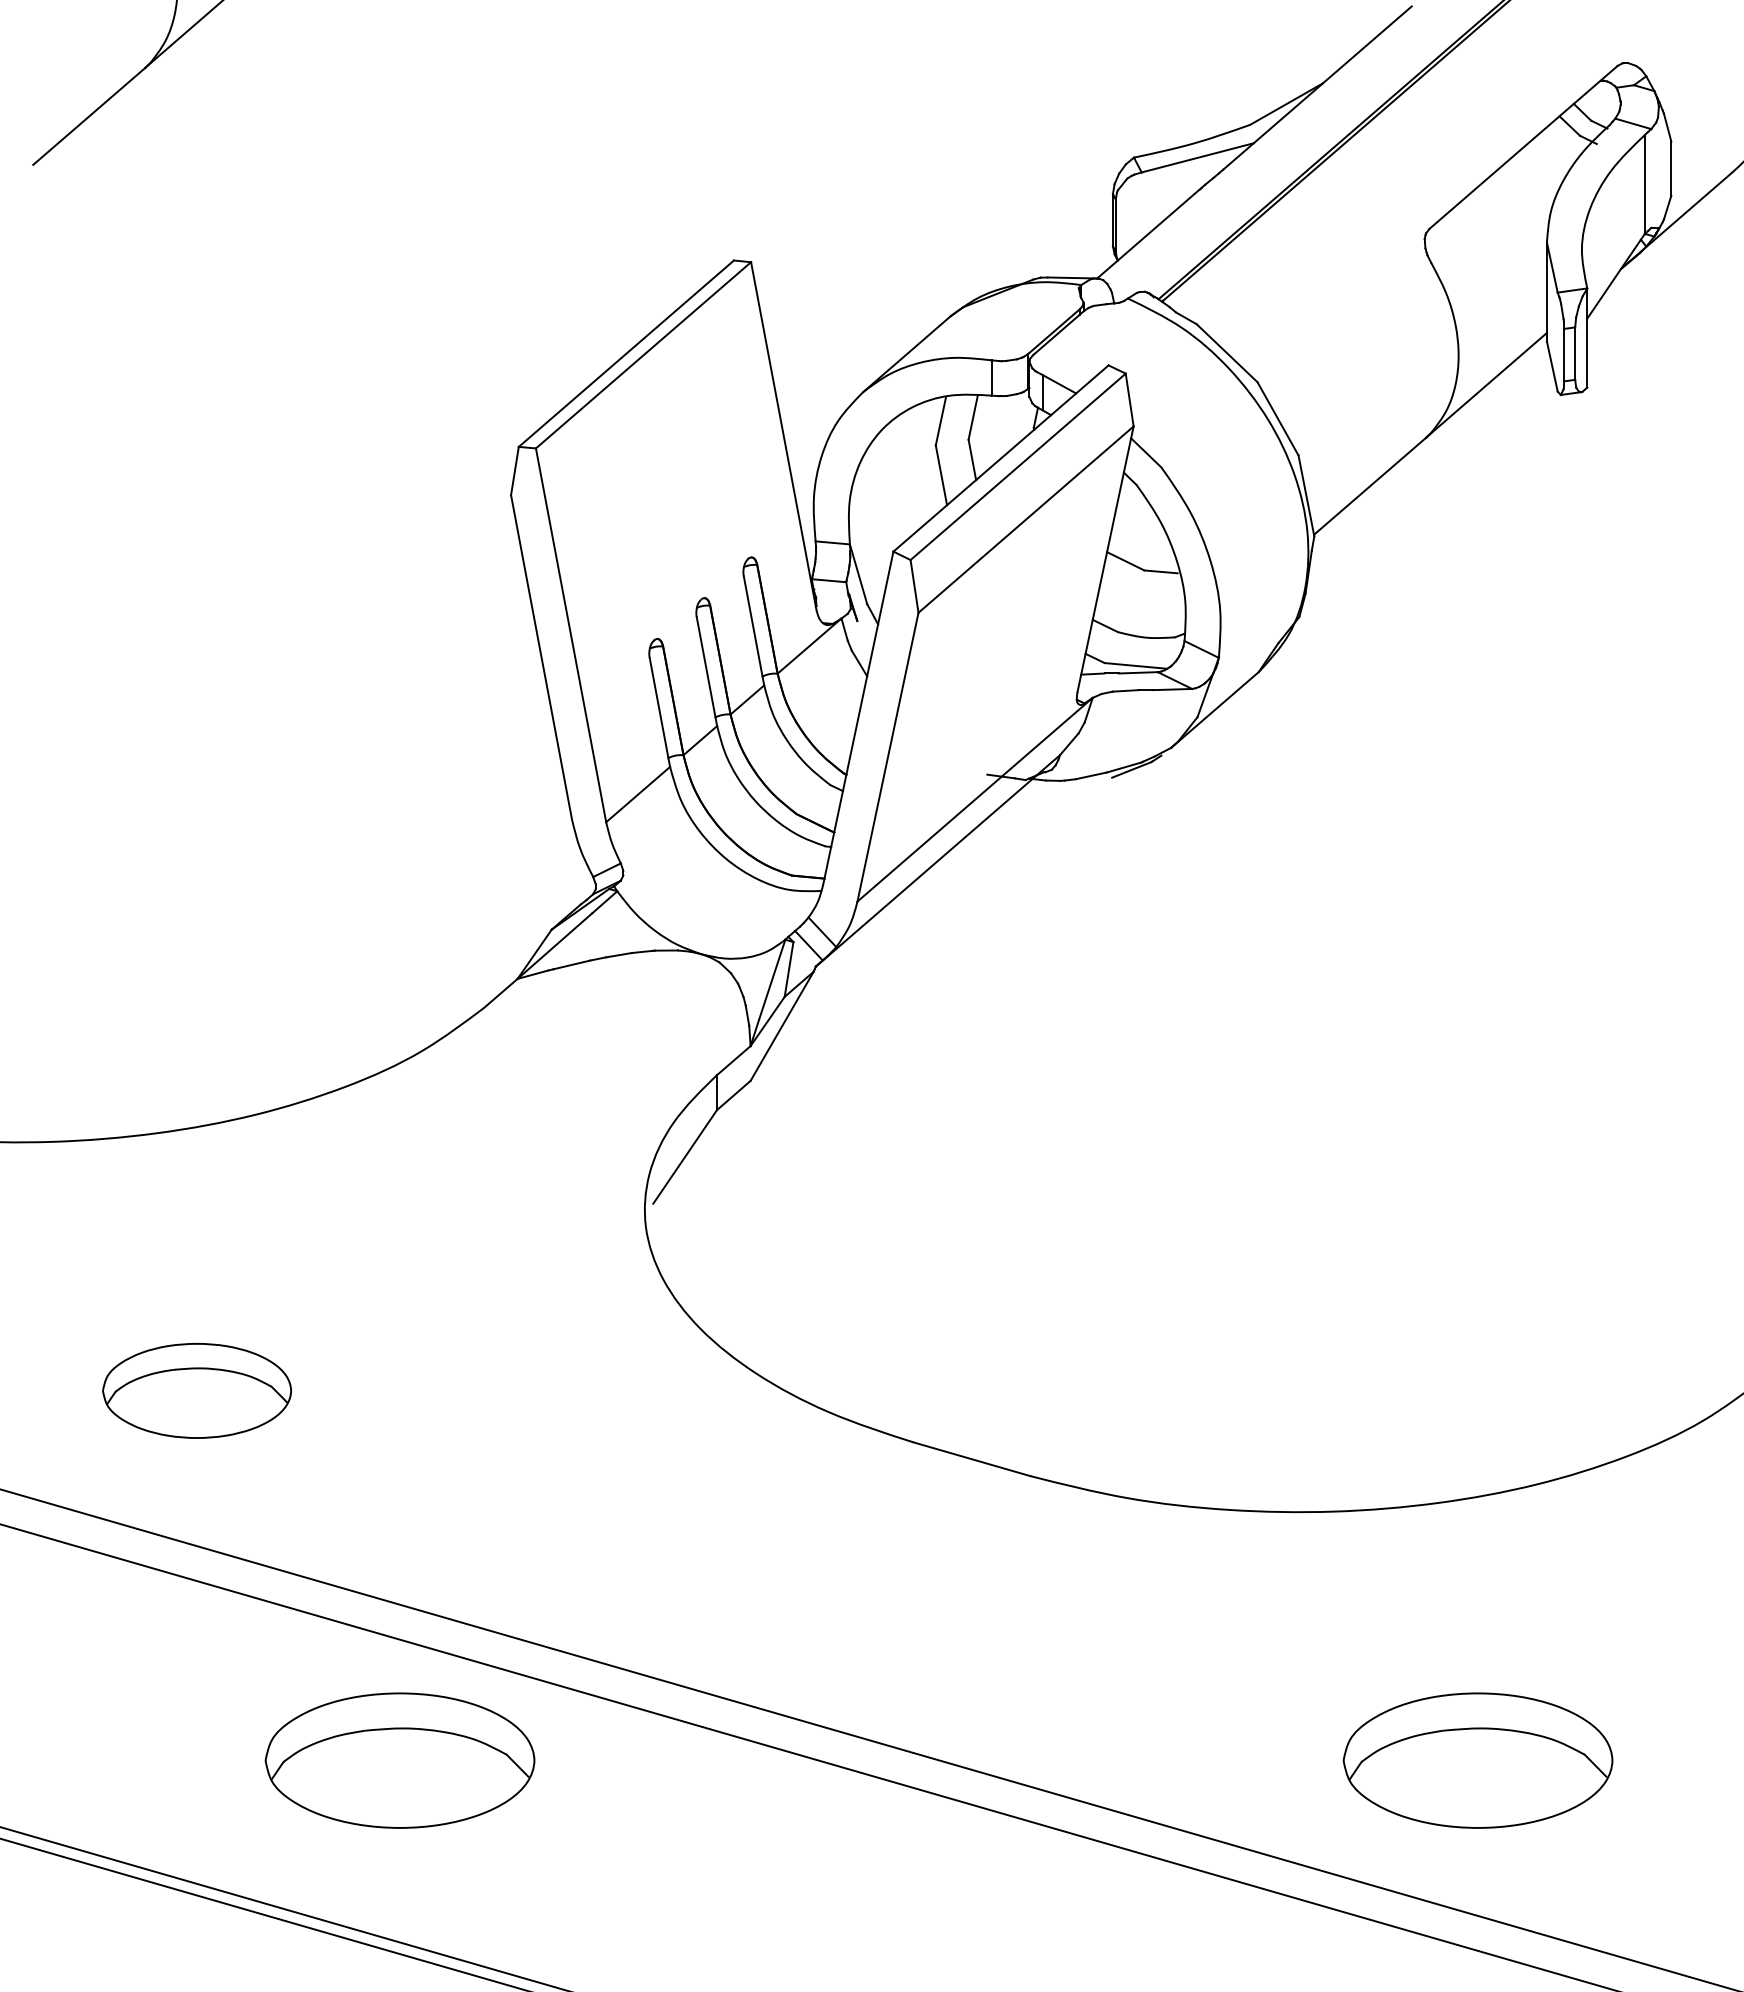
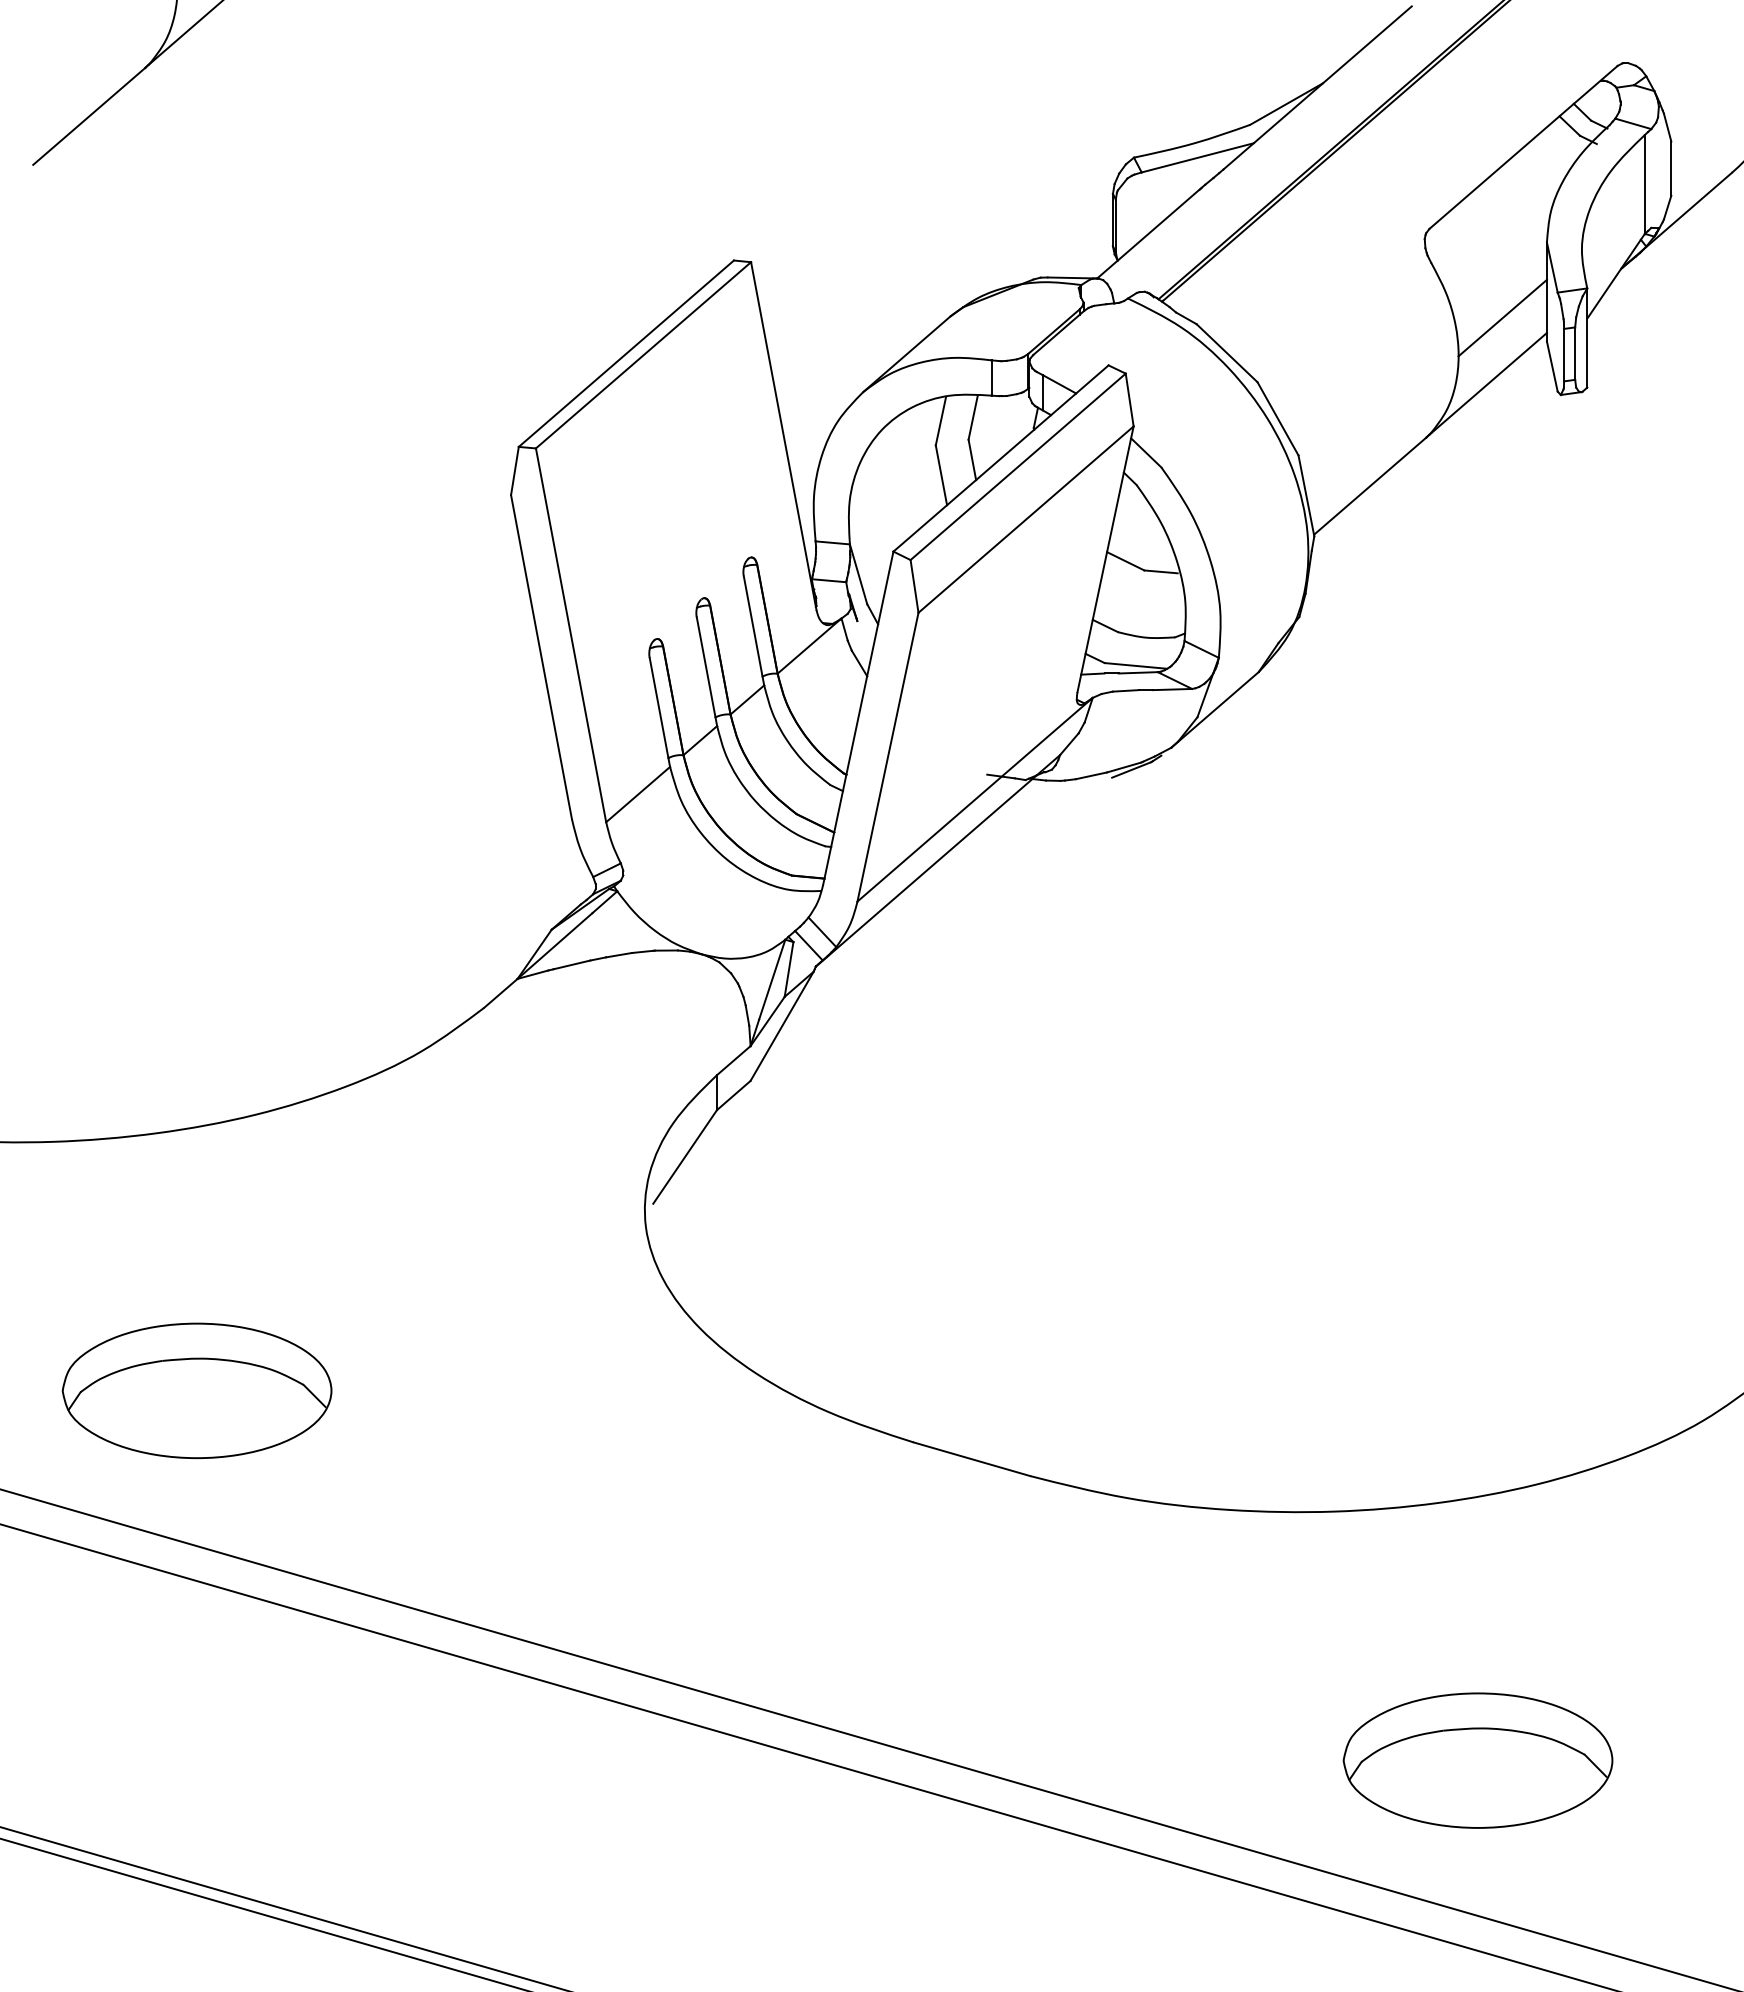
line at (1502, 317): none -> present
part at (196, 1390) size: 190x96 px -> 272x138 px
part at (399, 1760): present -> none
